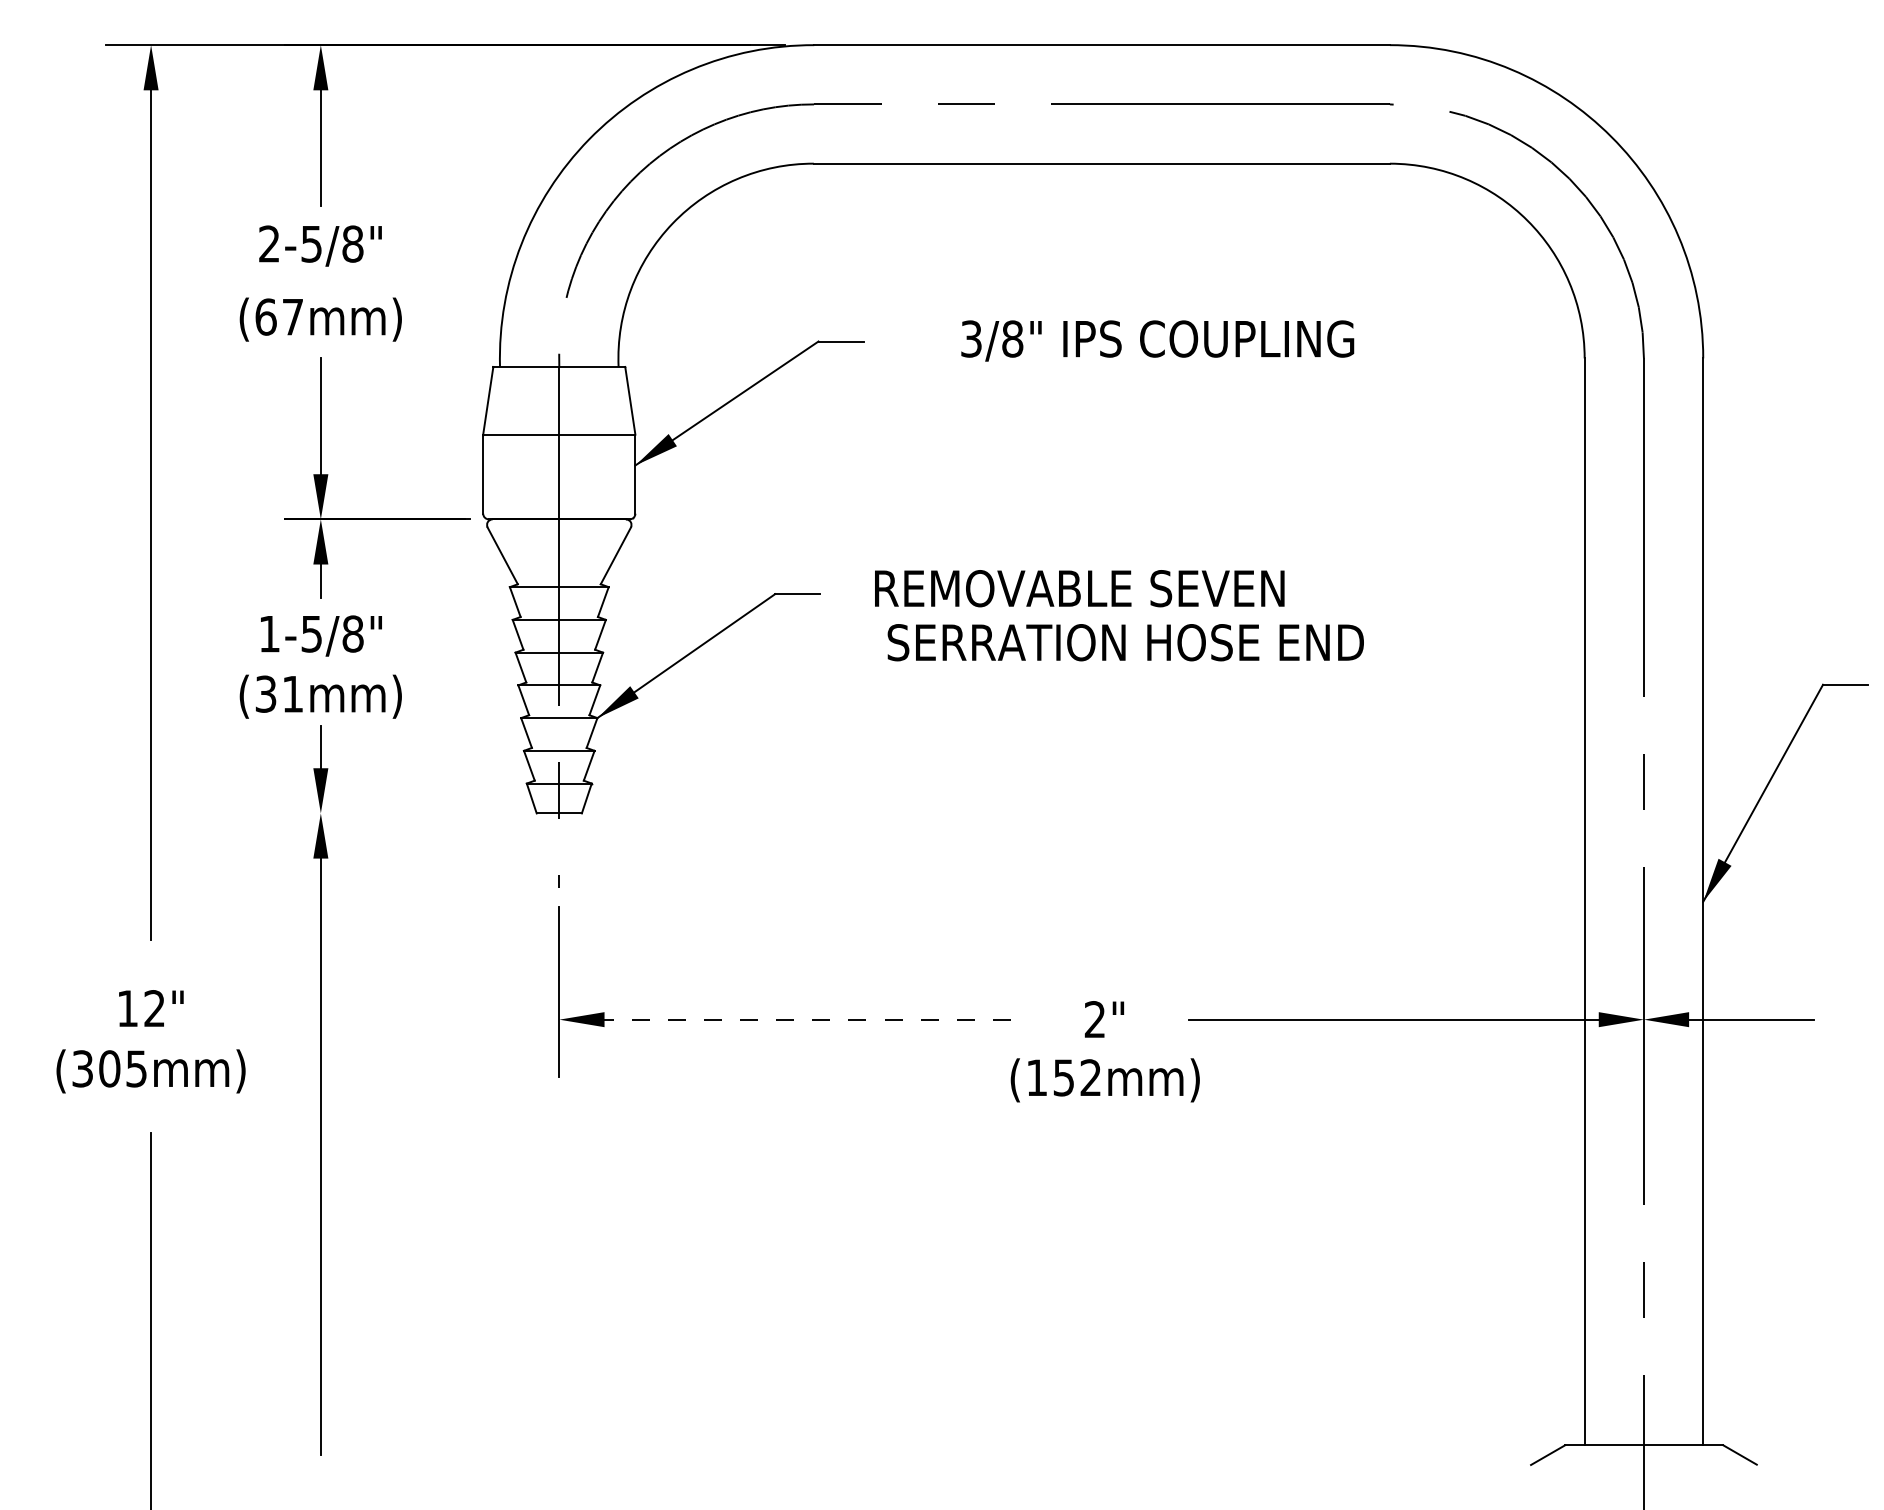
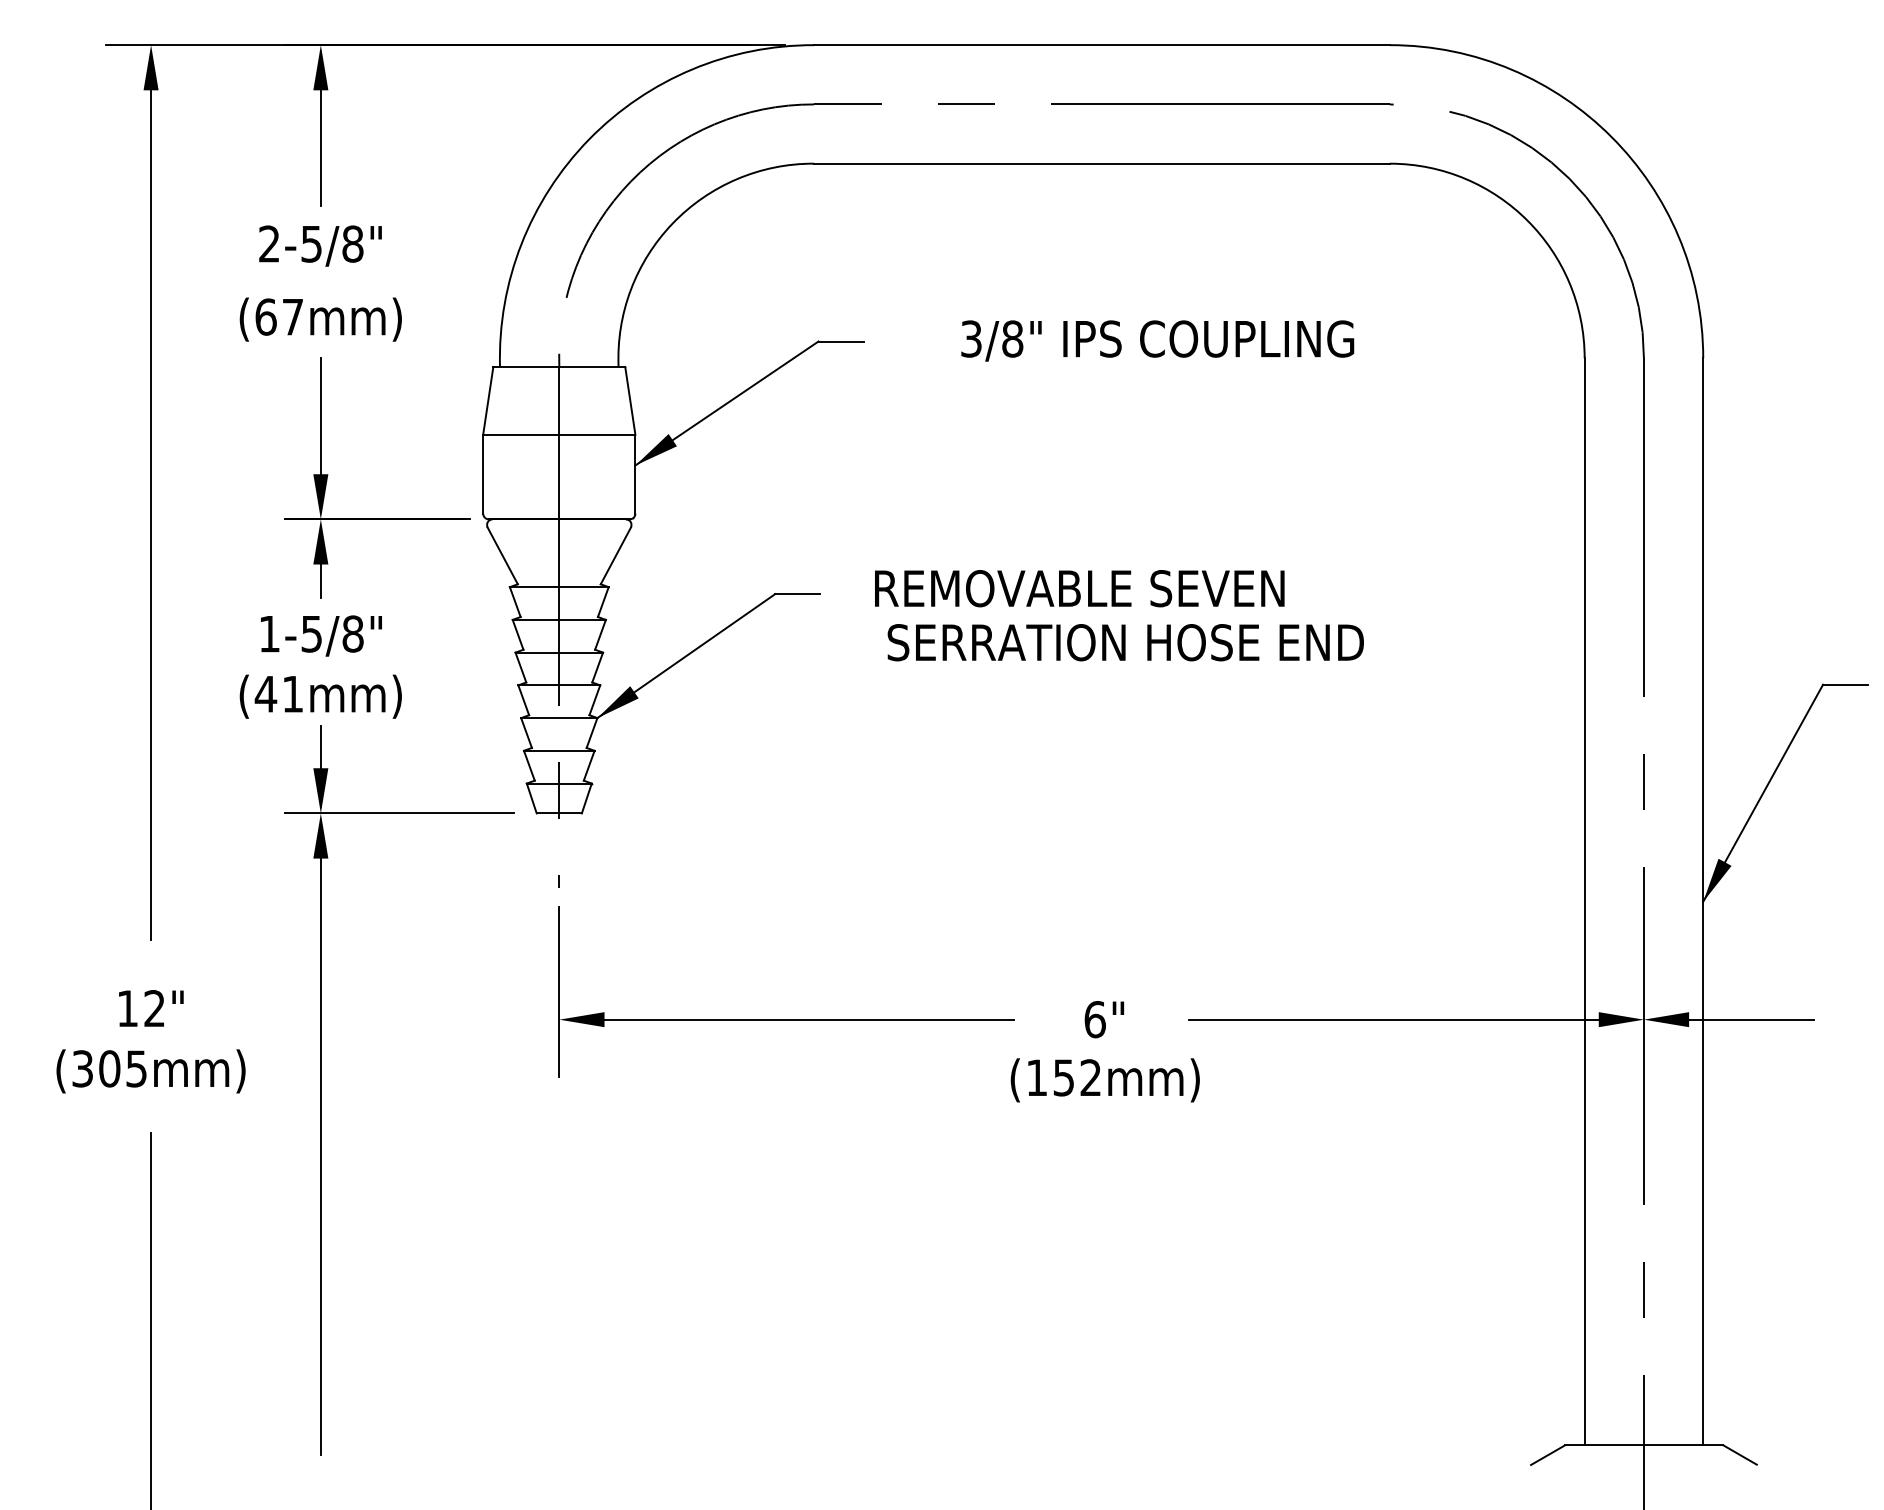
text at (265, 693): (31mm) -> (41mm)
line at (399, 813): none -> present
line at (805, 1019): dashed -> solid
text at (1094, 1019): 2" -> 6"
